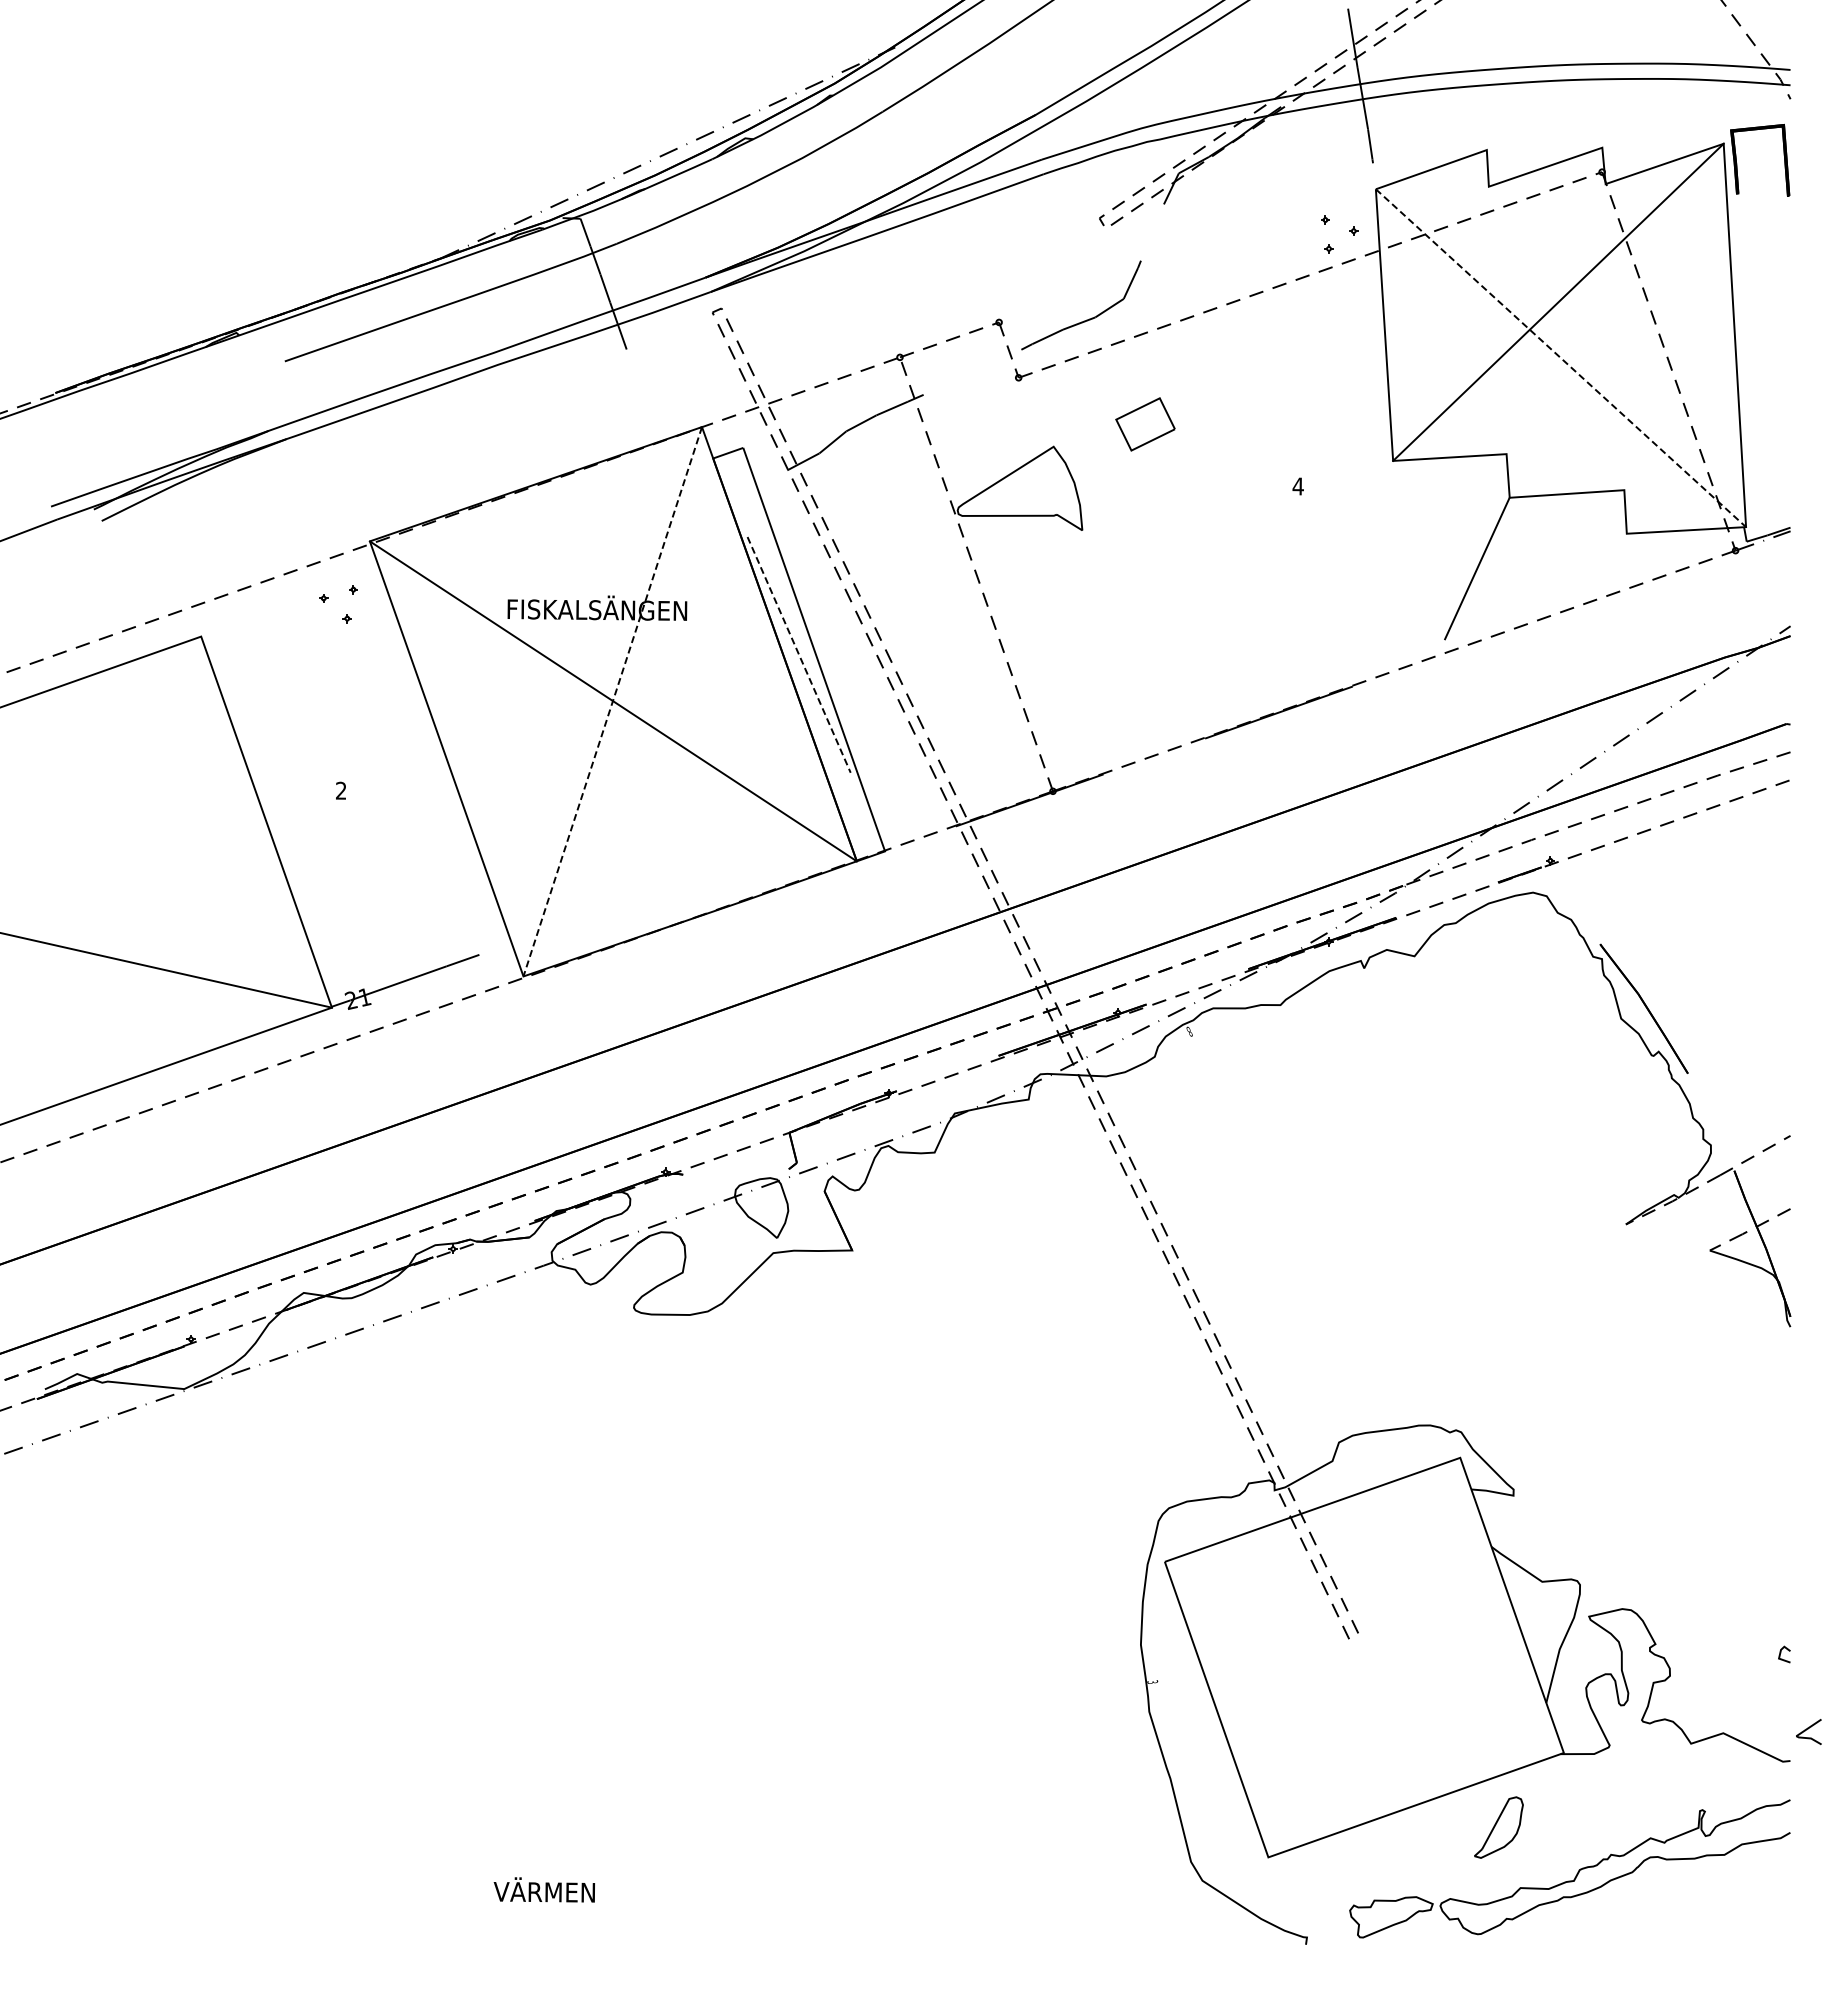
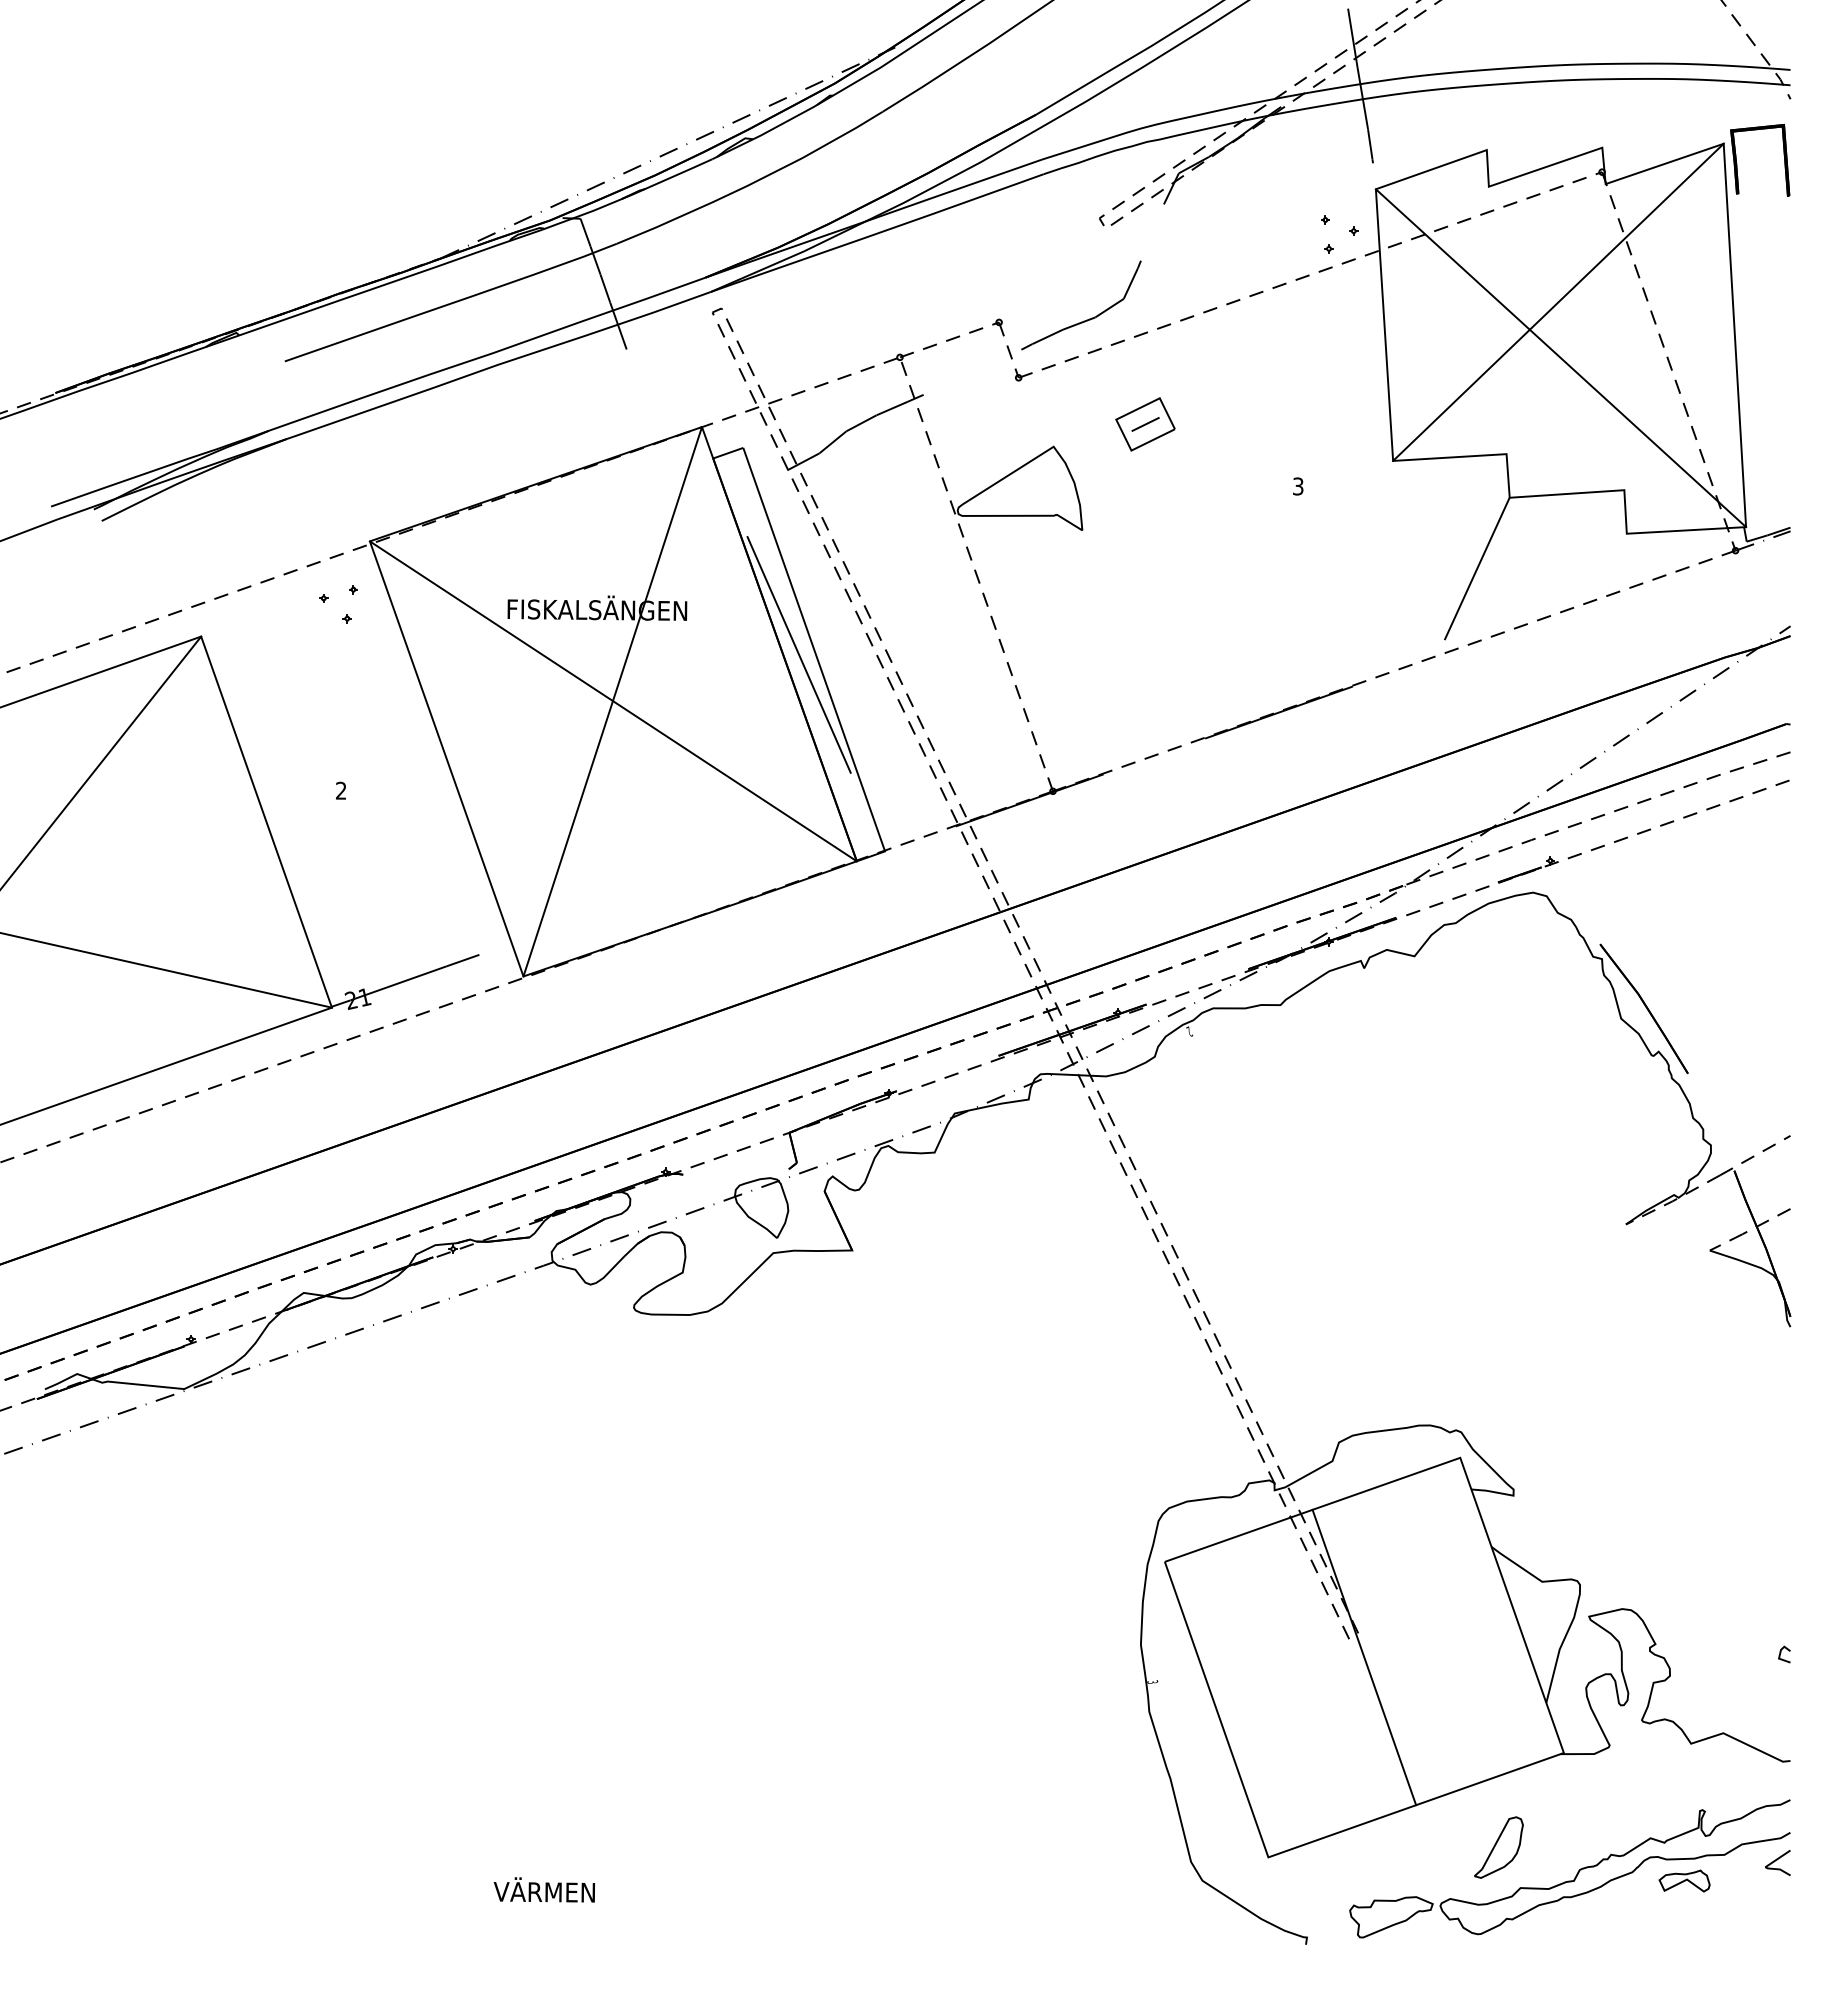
line at (1560, 358): dashed -> solid
line at (1145, 424): none -> present
text at (1297, 486): 4 -> 3
line at (799, 654): dashed -> solid
line at (612, 701): dashed -> solid
line at (101, 761): none -> present
text at (1189, 1031): 8 -> 2
line at (1364, 1657): none -> present
curve at (1808, 1729) position: (1808, 1729) -> (1777, 1860)
part at (1498, 1827) position: (1498, 1827) -> (1498, 1847)
part at (1684, 1880): none -> present
